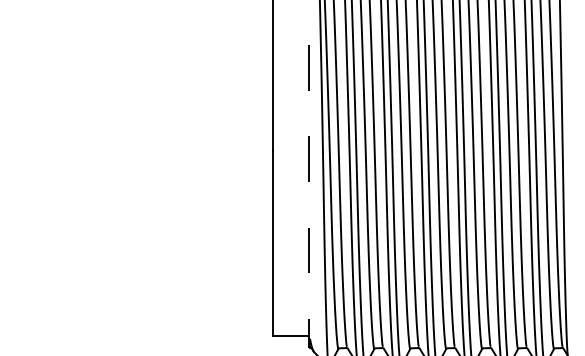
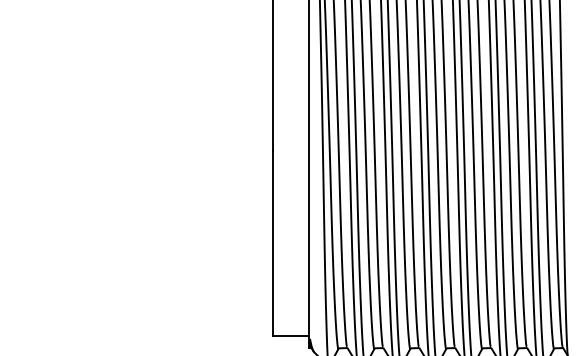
line at (309, 174): dashed -> solid
